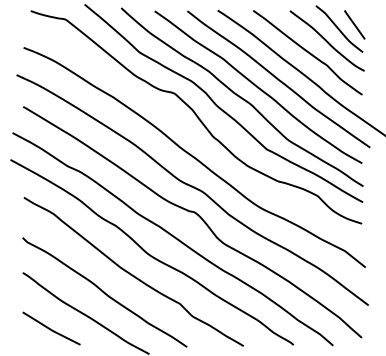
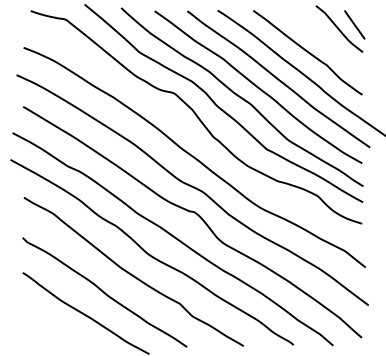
curve at (326, 40): present -> none
curve at (50, 328): present -> none
